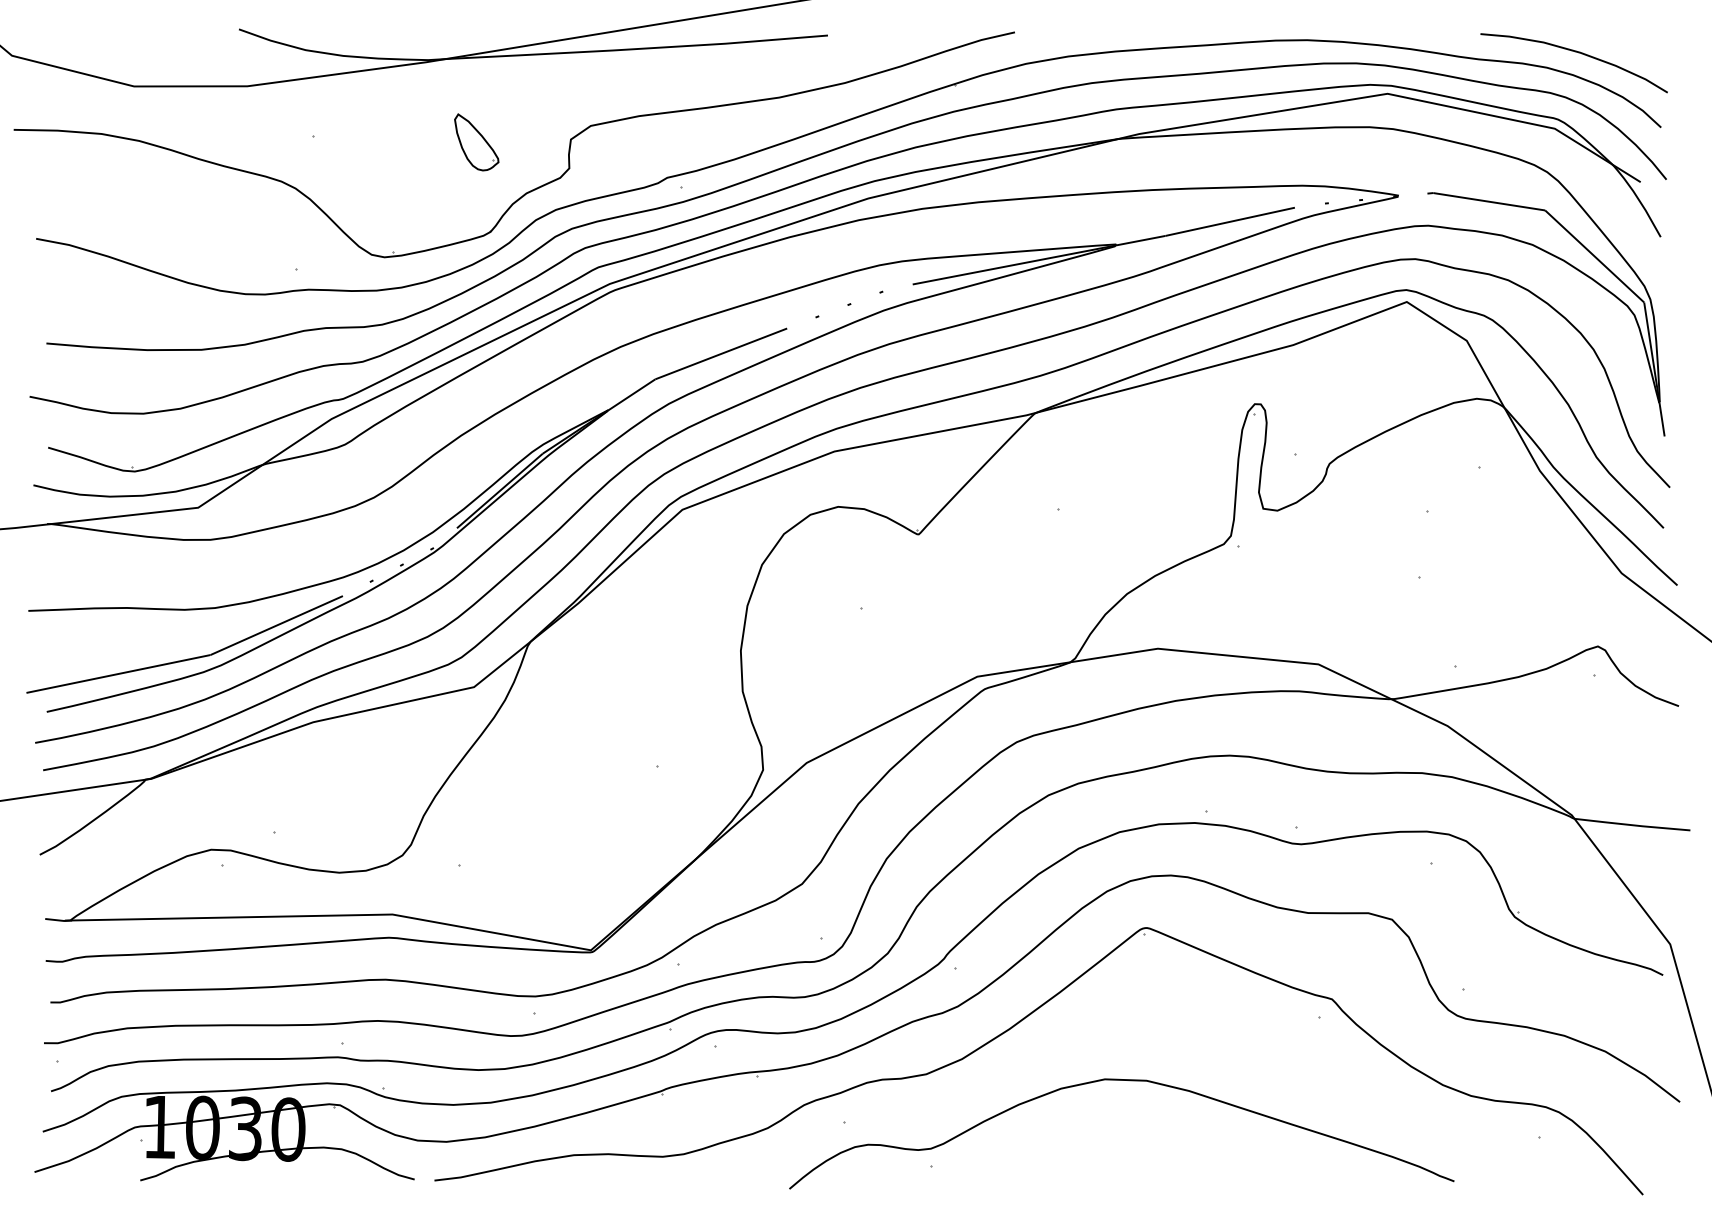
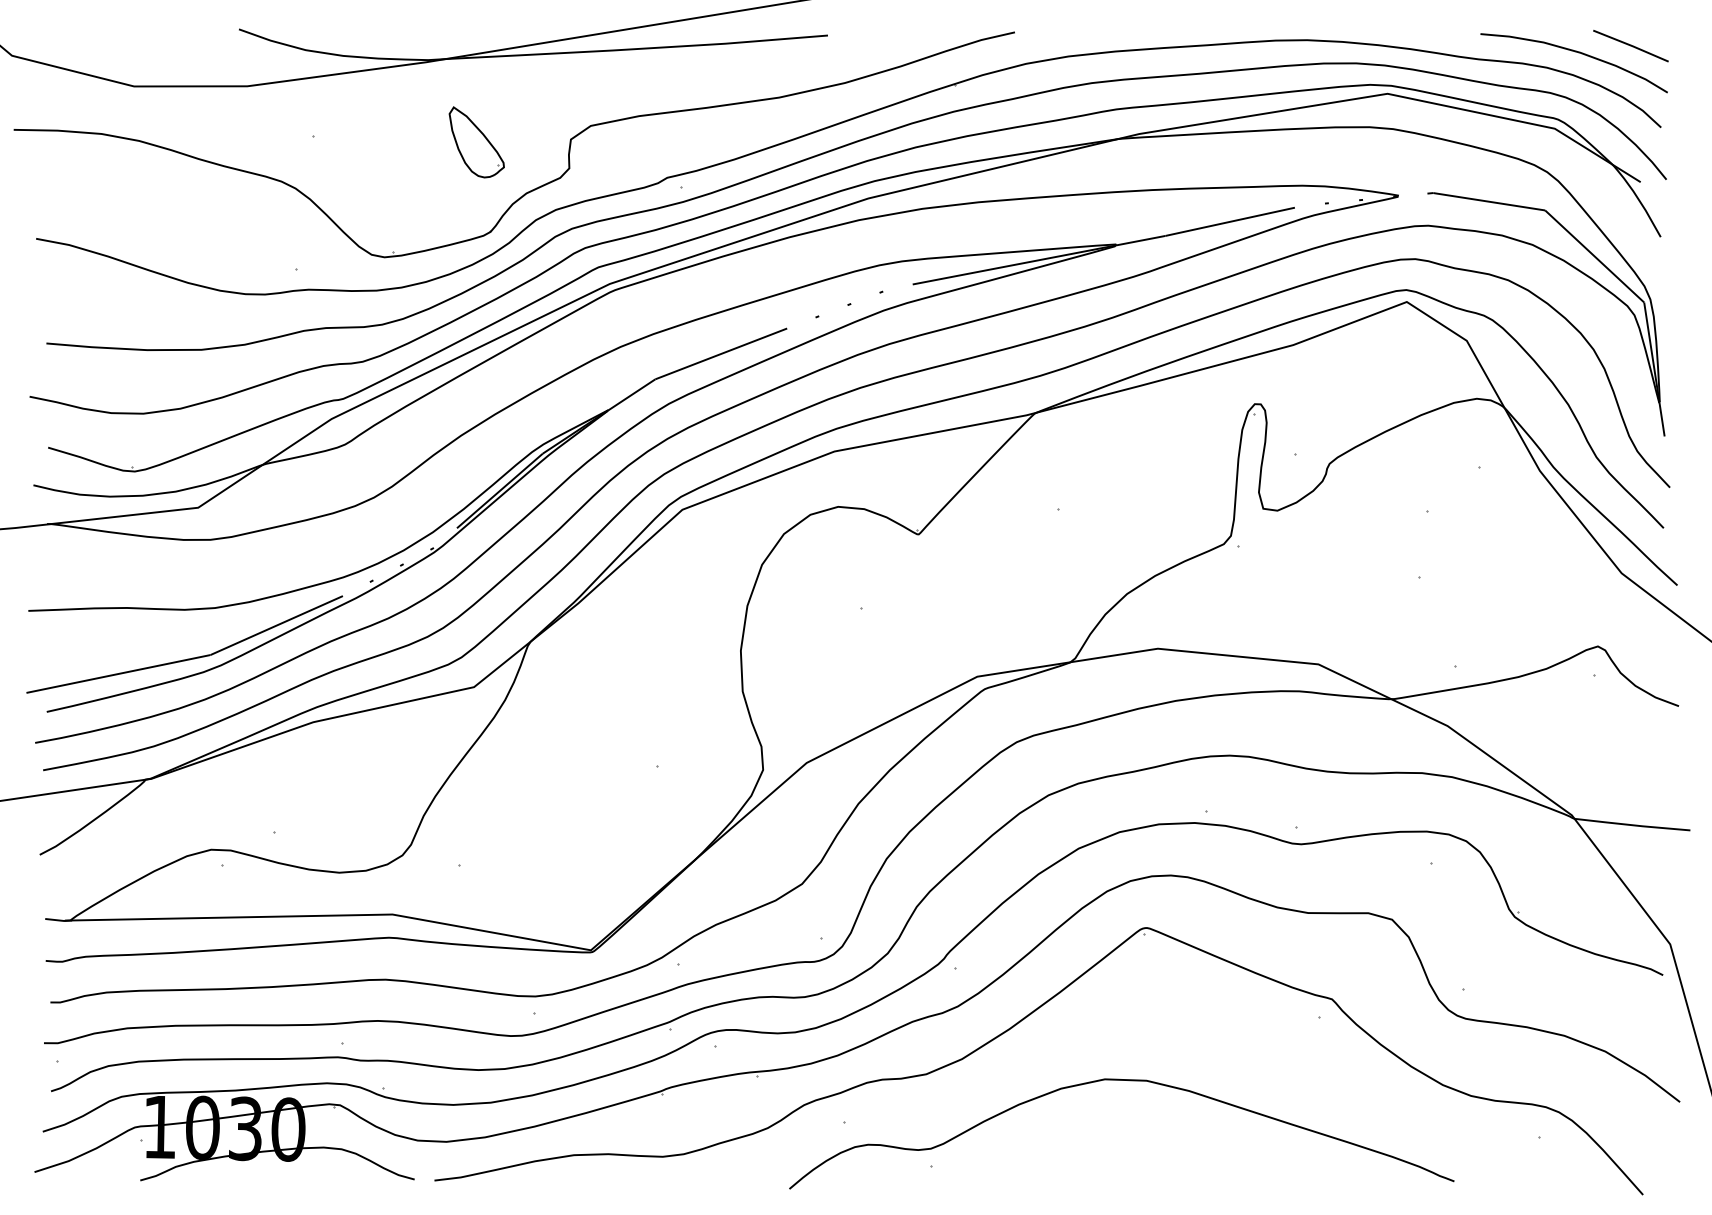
line at (1630, 45): none -> present
part at (476, 142) size: 46x59 px -> 57x73 px
